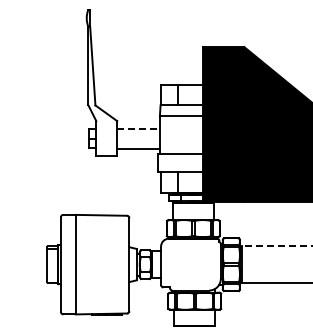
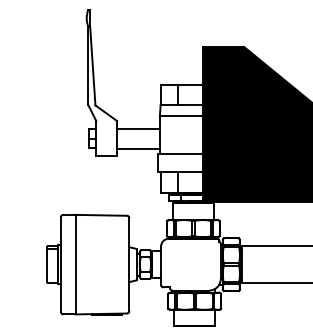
line at (139, 128): dashed -> solid
line at (277, 245): dashed -> solid
